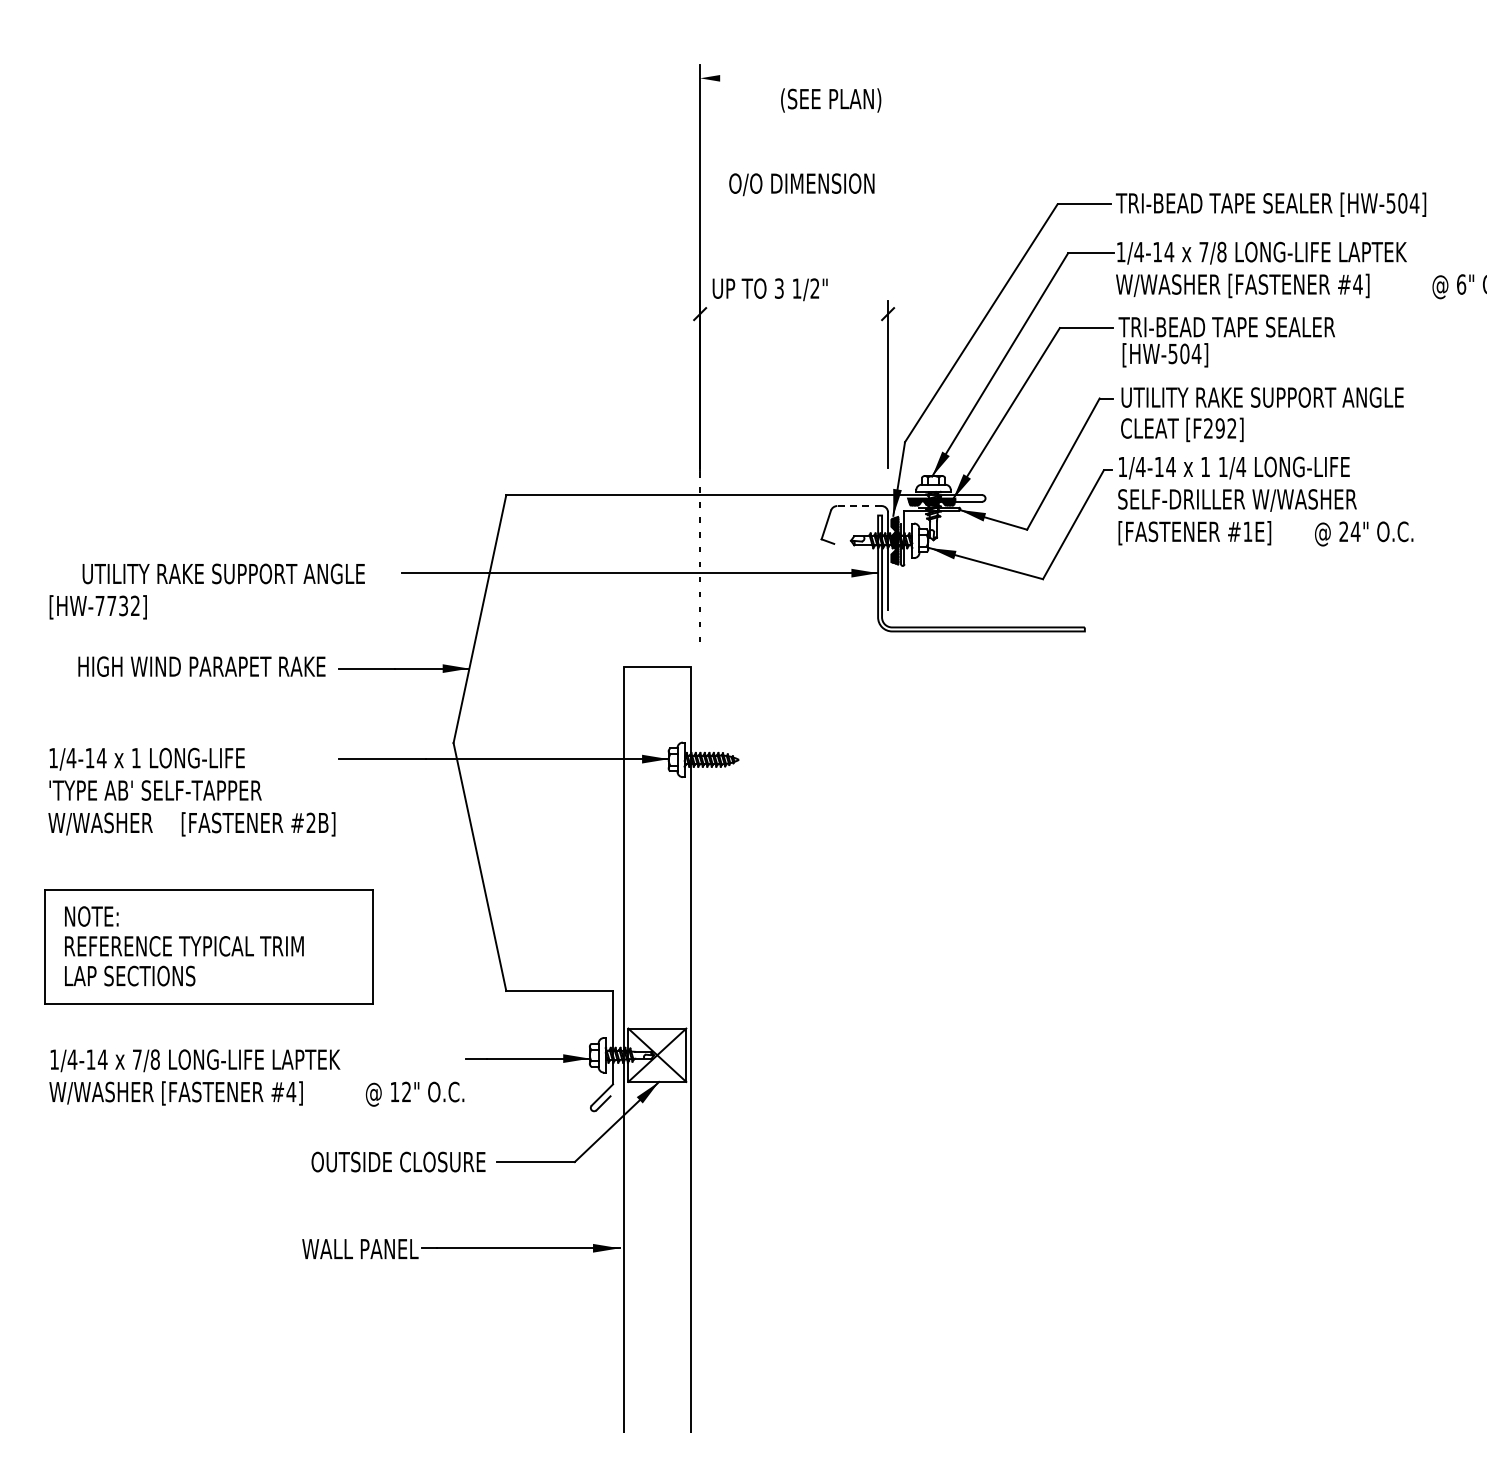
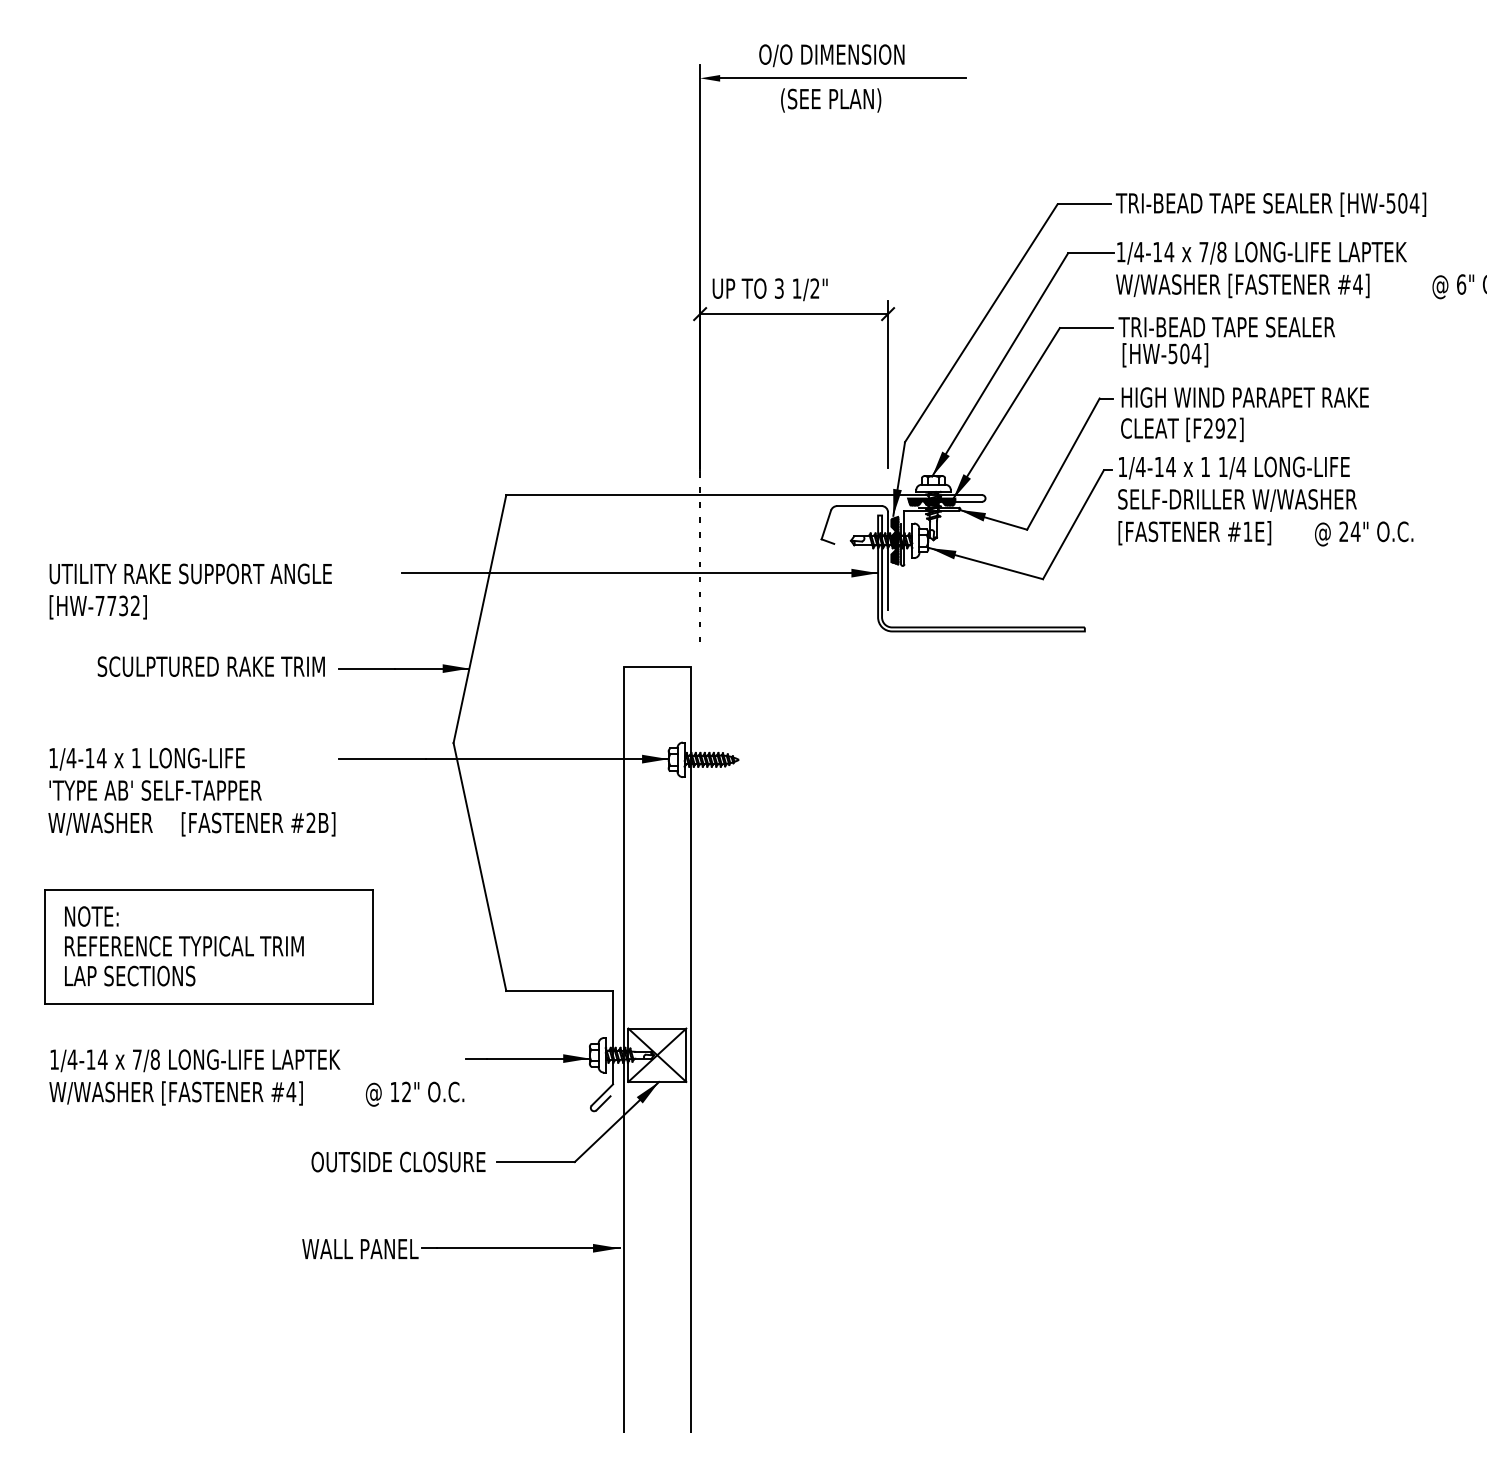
line at (842, 78): none -> present
text at (801, 184) position: (801, 184) -> (831, 55)
line at (794, 314): none -> present
text at (1262, 397): UTILITY RAKE SUPPORT ANGLE -> HIGH WIND PARAPET RAKE
line at (859, 506): dashed -> solid
text at (223, 573) position: (223, 573) -> (190, 573)
text at (201, 666): HIGH WIND PARAPET RAKE -> SCULPTURED RAKE TRIM
